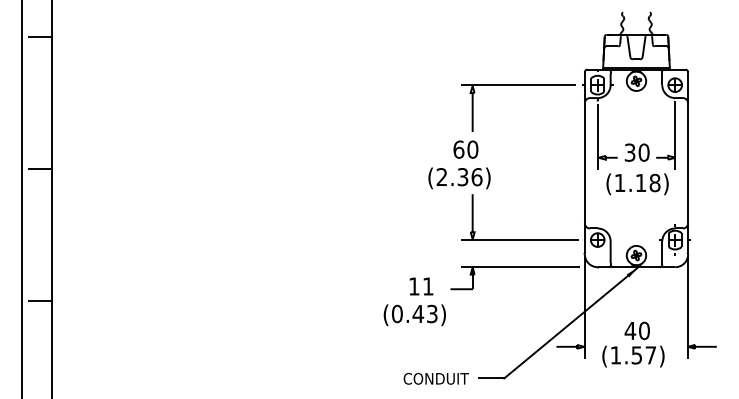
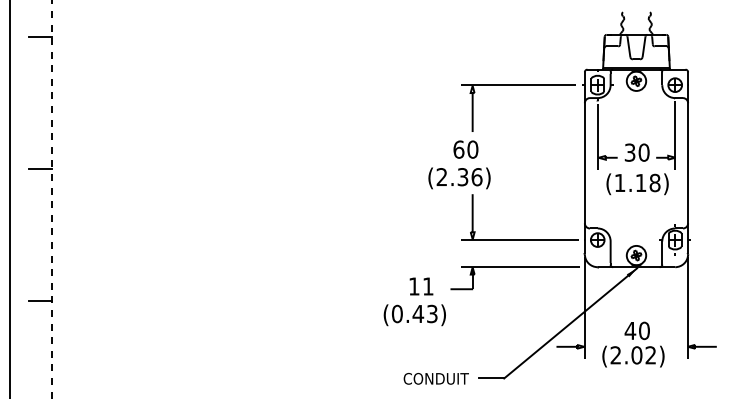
line at (22, 198) position: (22, 198) -> (10, 198)
line at (51, 199): solid -> dashed
text at (632, 355): (1.57) -> (2.02)
